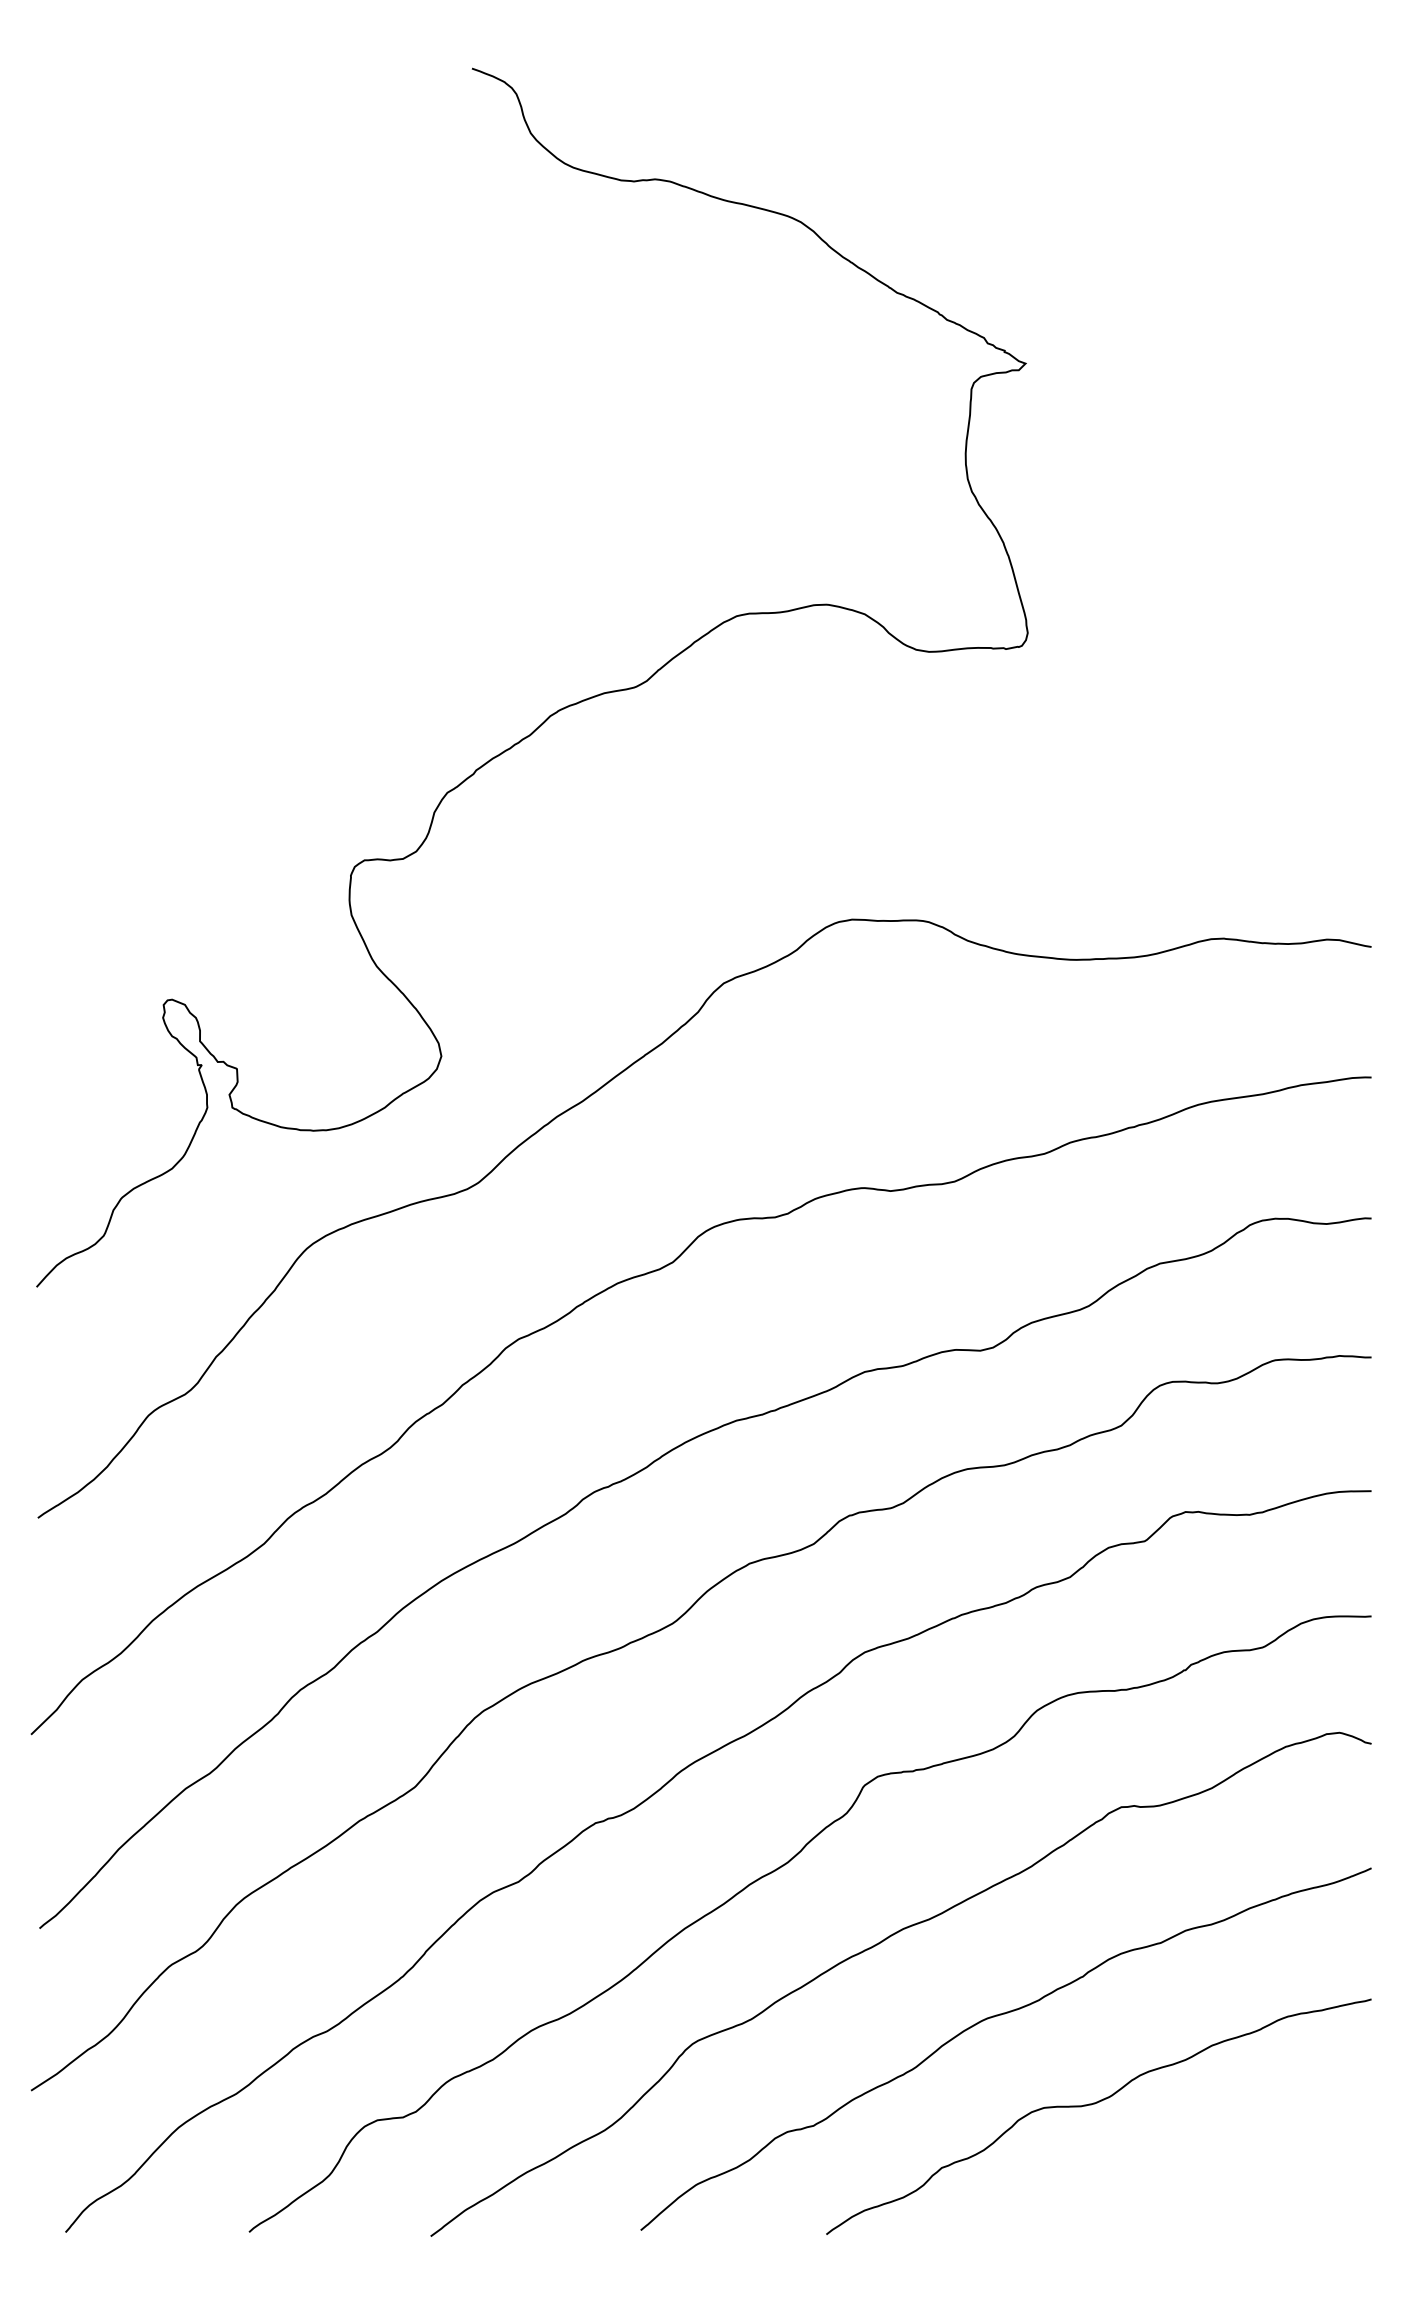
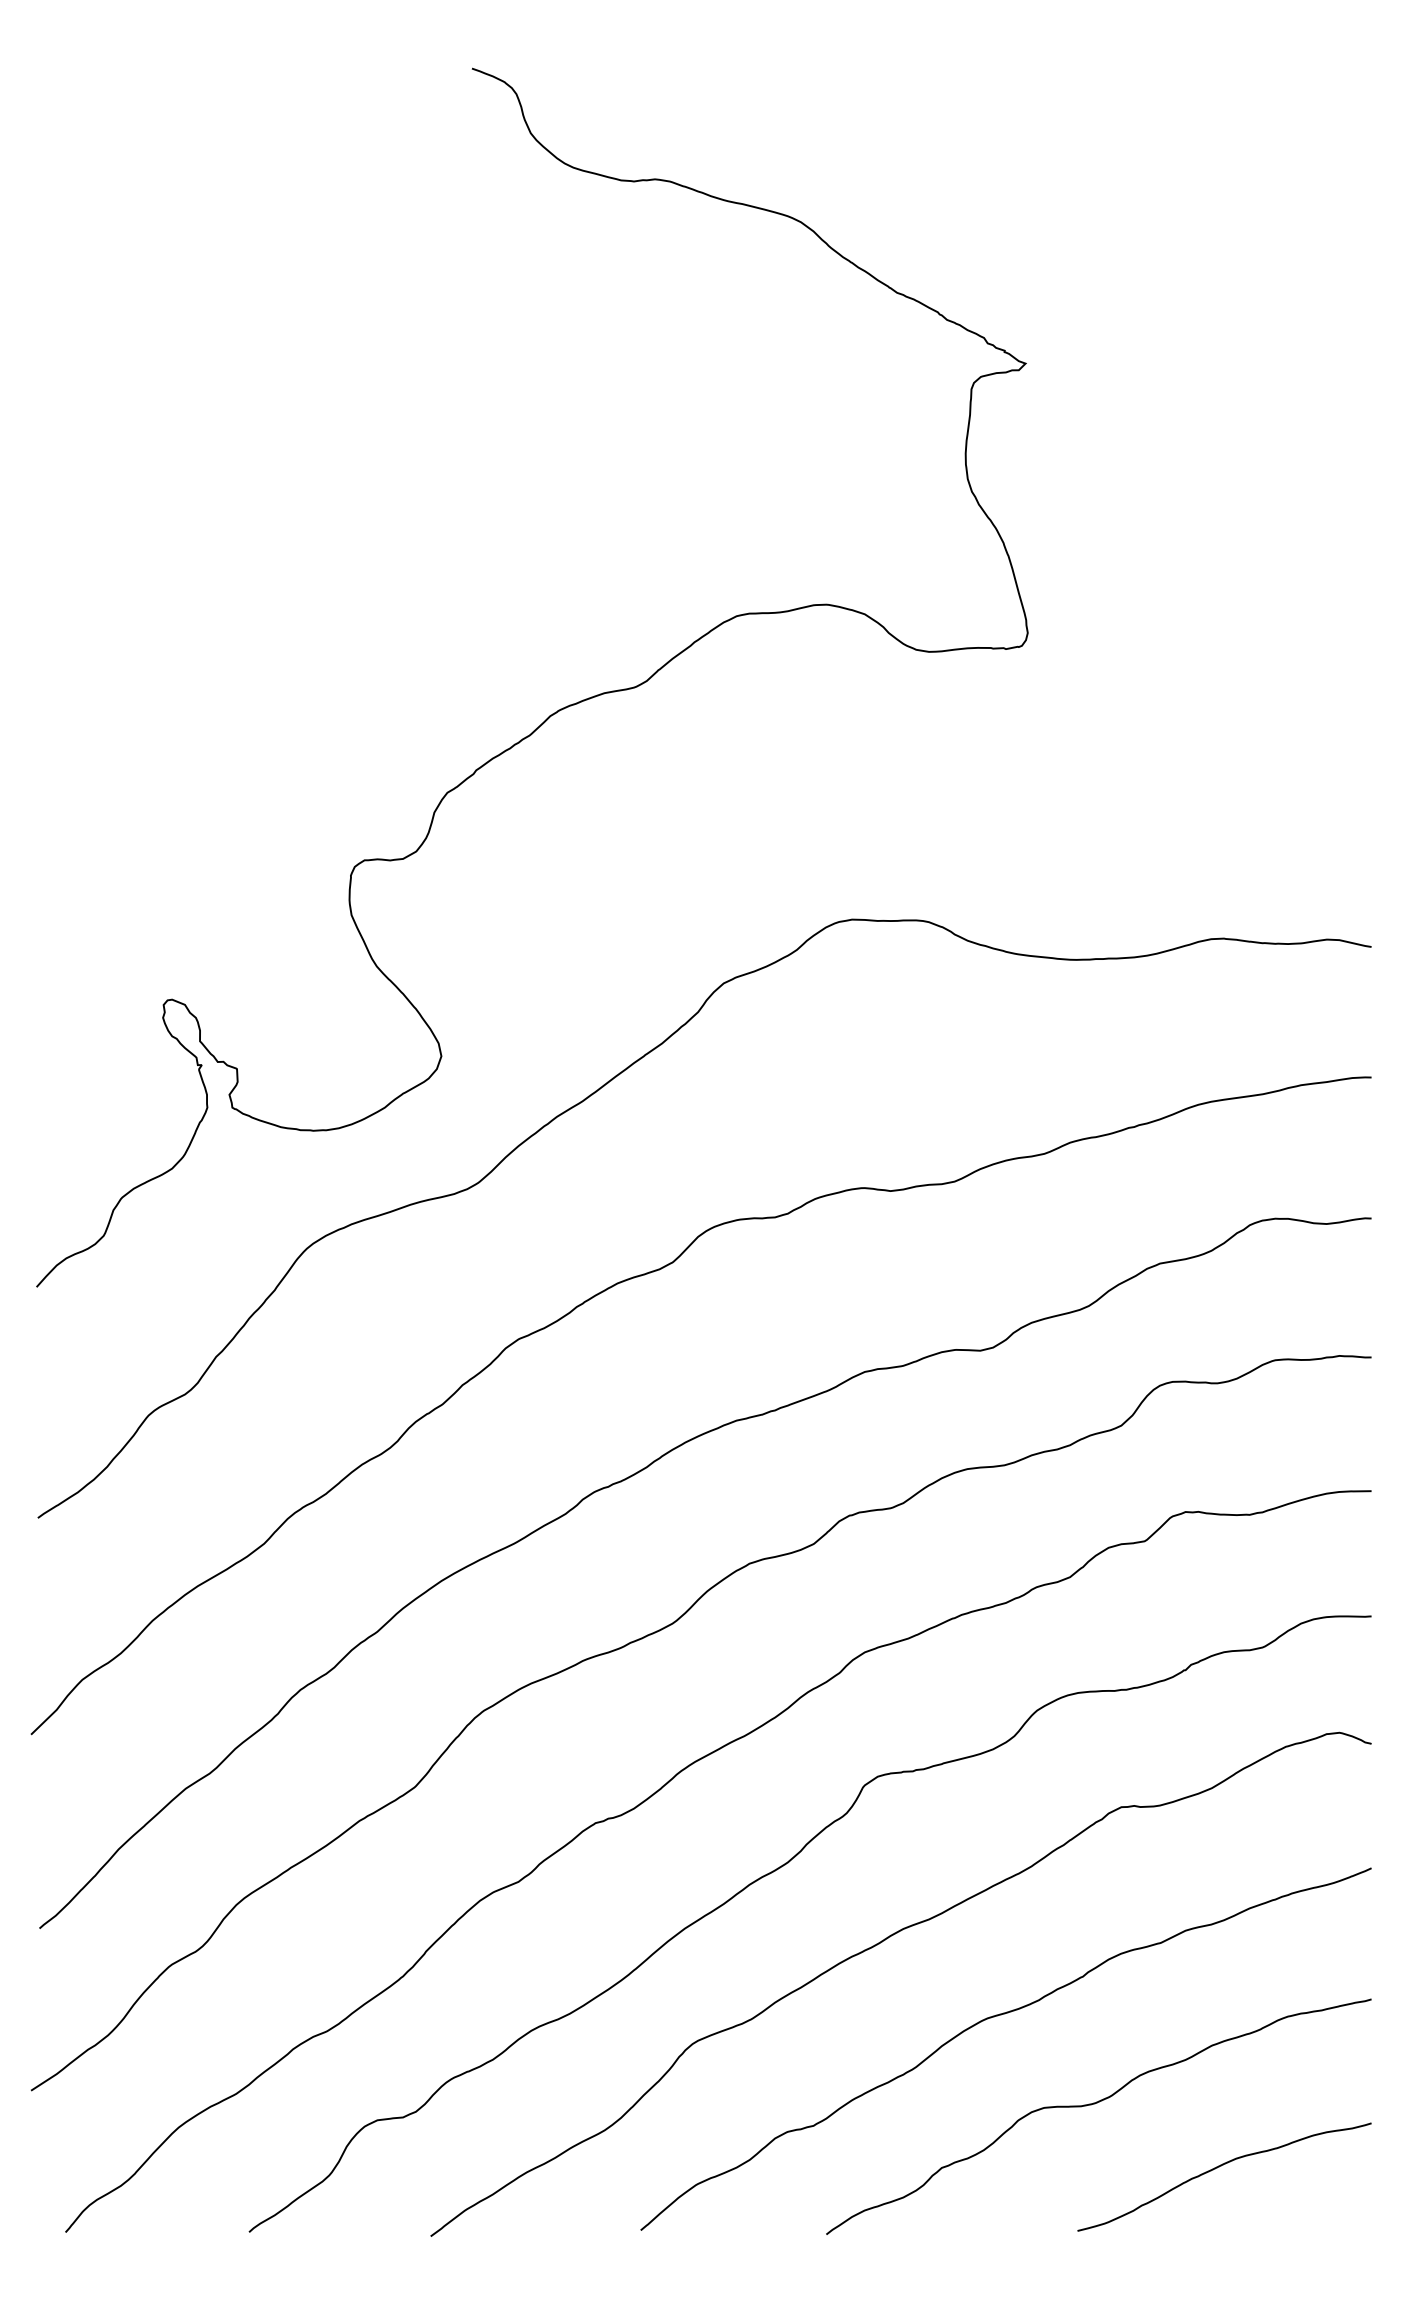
curve at (1219, 2167): none -> present
